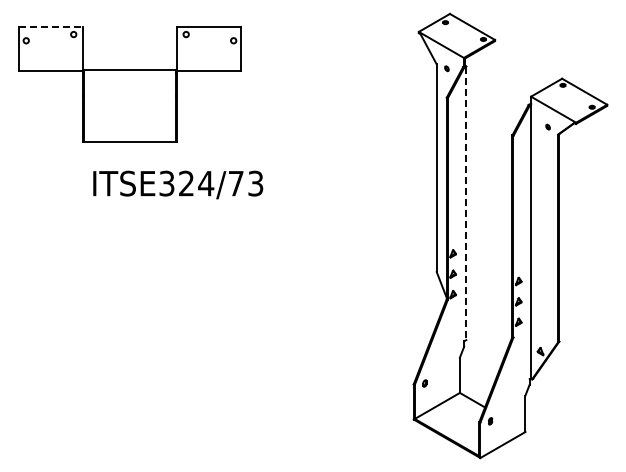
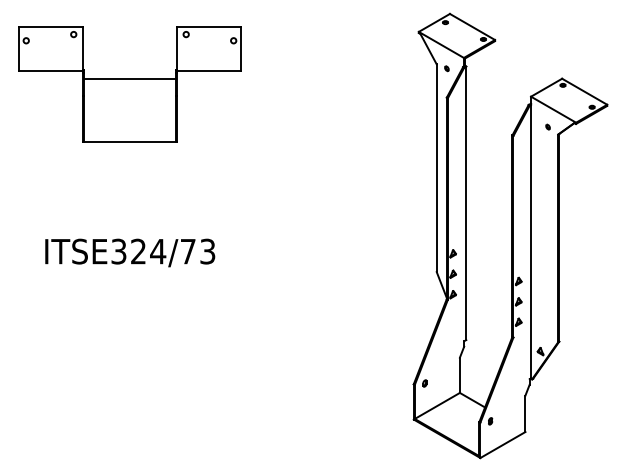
line at (50, 27): dashed -> solid
line at (129, 69) position: (129, 69) -> (129, 78)
text at (178, 184) position: (178, 184) -> (130, 252)
line at (466, 203): dashed -> solid
